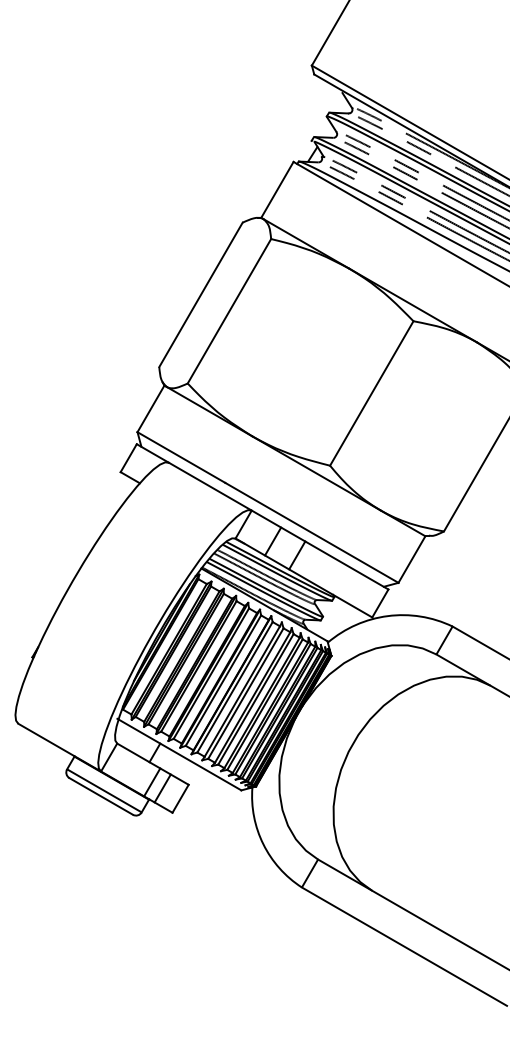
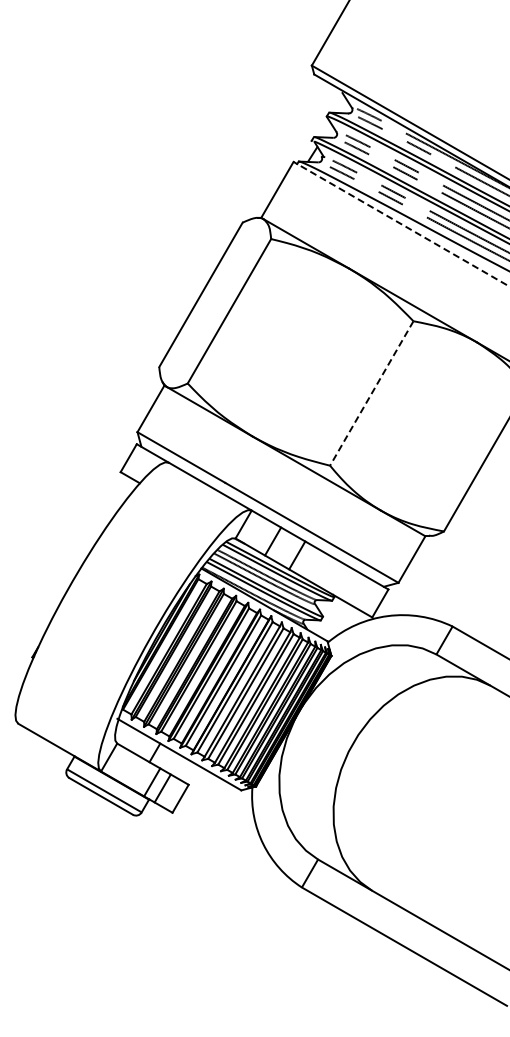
line at (401, 224): solid -> dashed
line at (371, 393): solid -> dashed
